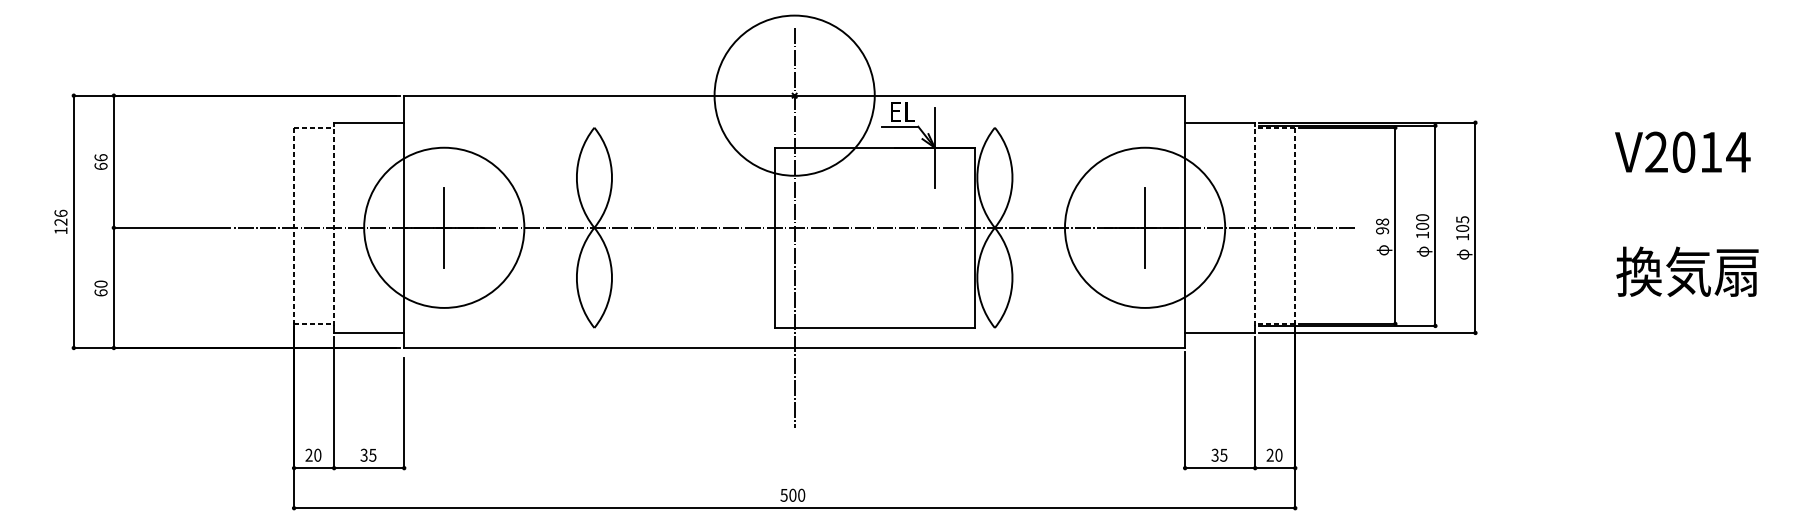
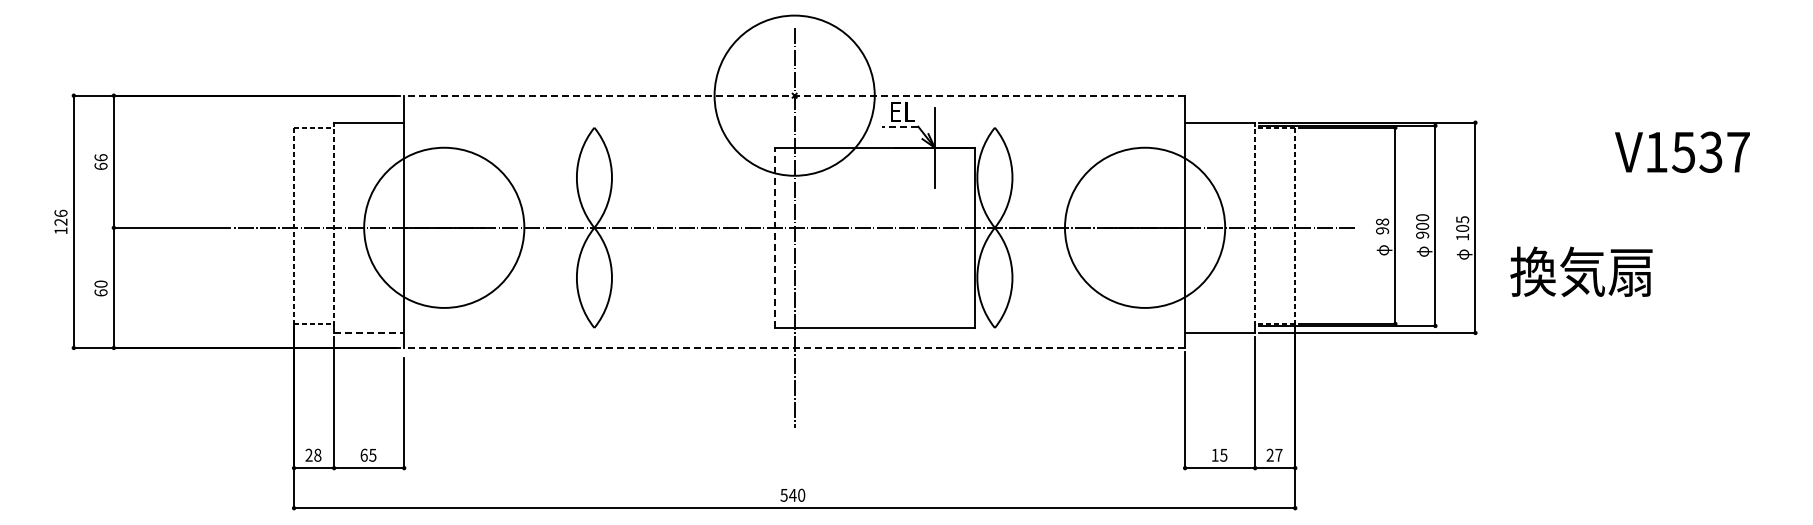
line at (794, 95): solid -> dashed
line at (899, 126): solid -> dashed
text at (1697, 151): V2014 -> V1537
line at (444, 227): present -> none
line at (1145, 227): present -> none
text at (1422, 234): 100 -> 900
line at (774, 237): solid -> dashed
text at (1687, 271) position: (1687, 271) -> (1581, 271)
line at (369, 332): solid -> dashed
line at (794, 347): solid -> dashed
text at (363, 454): 35 -> 65
text at (1214, 454): 35 -> 15
text at (1278, 454): 20 -> 27
text at (317, 455): 20 -> 28
text at (792, 494): 500 -> 540
